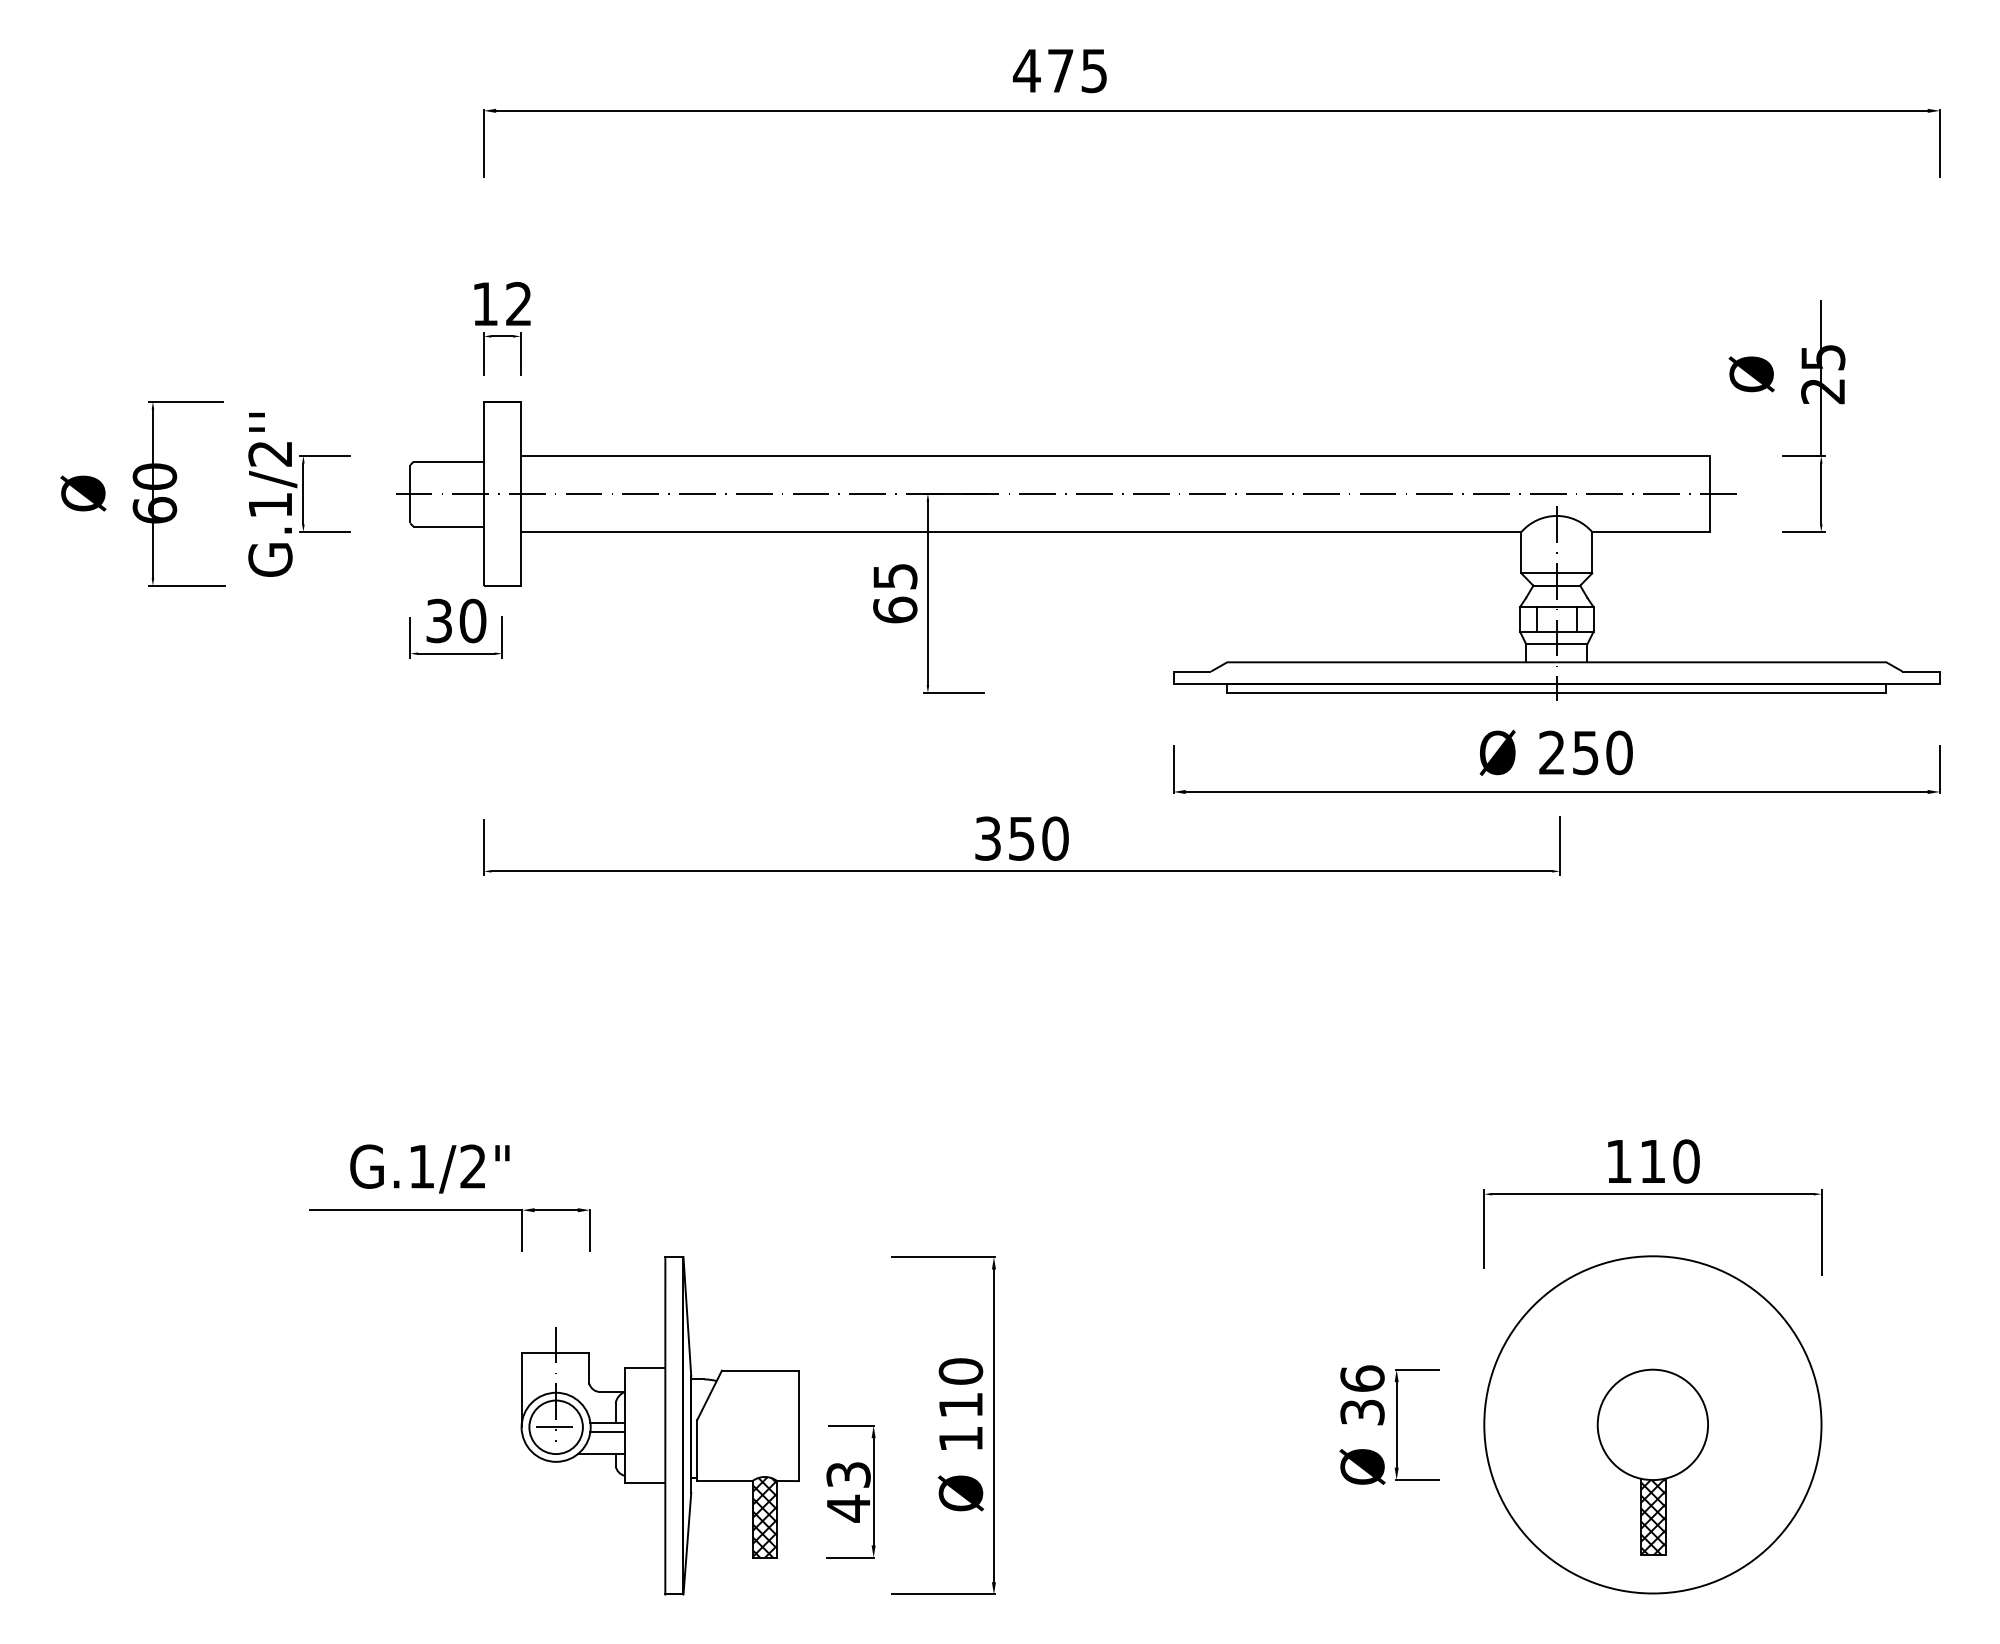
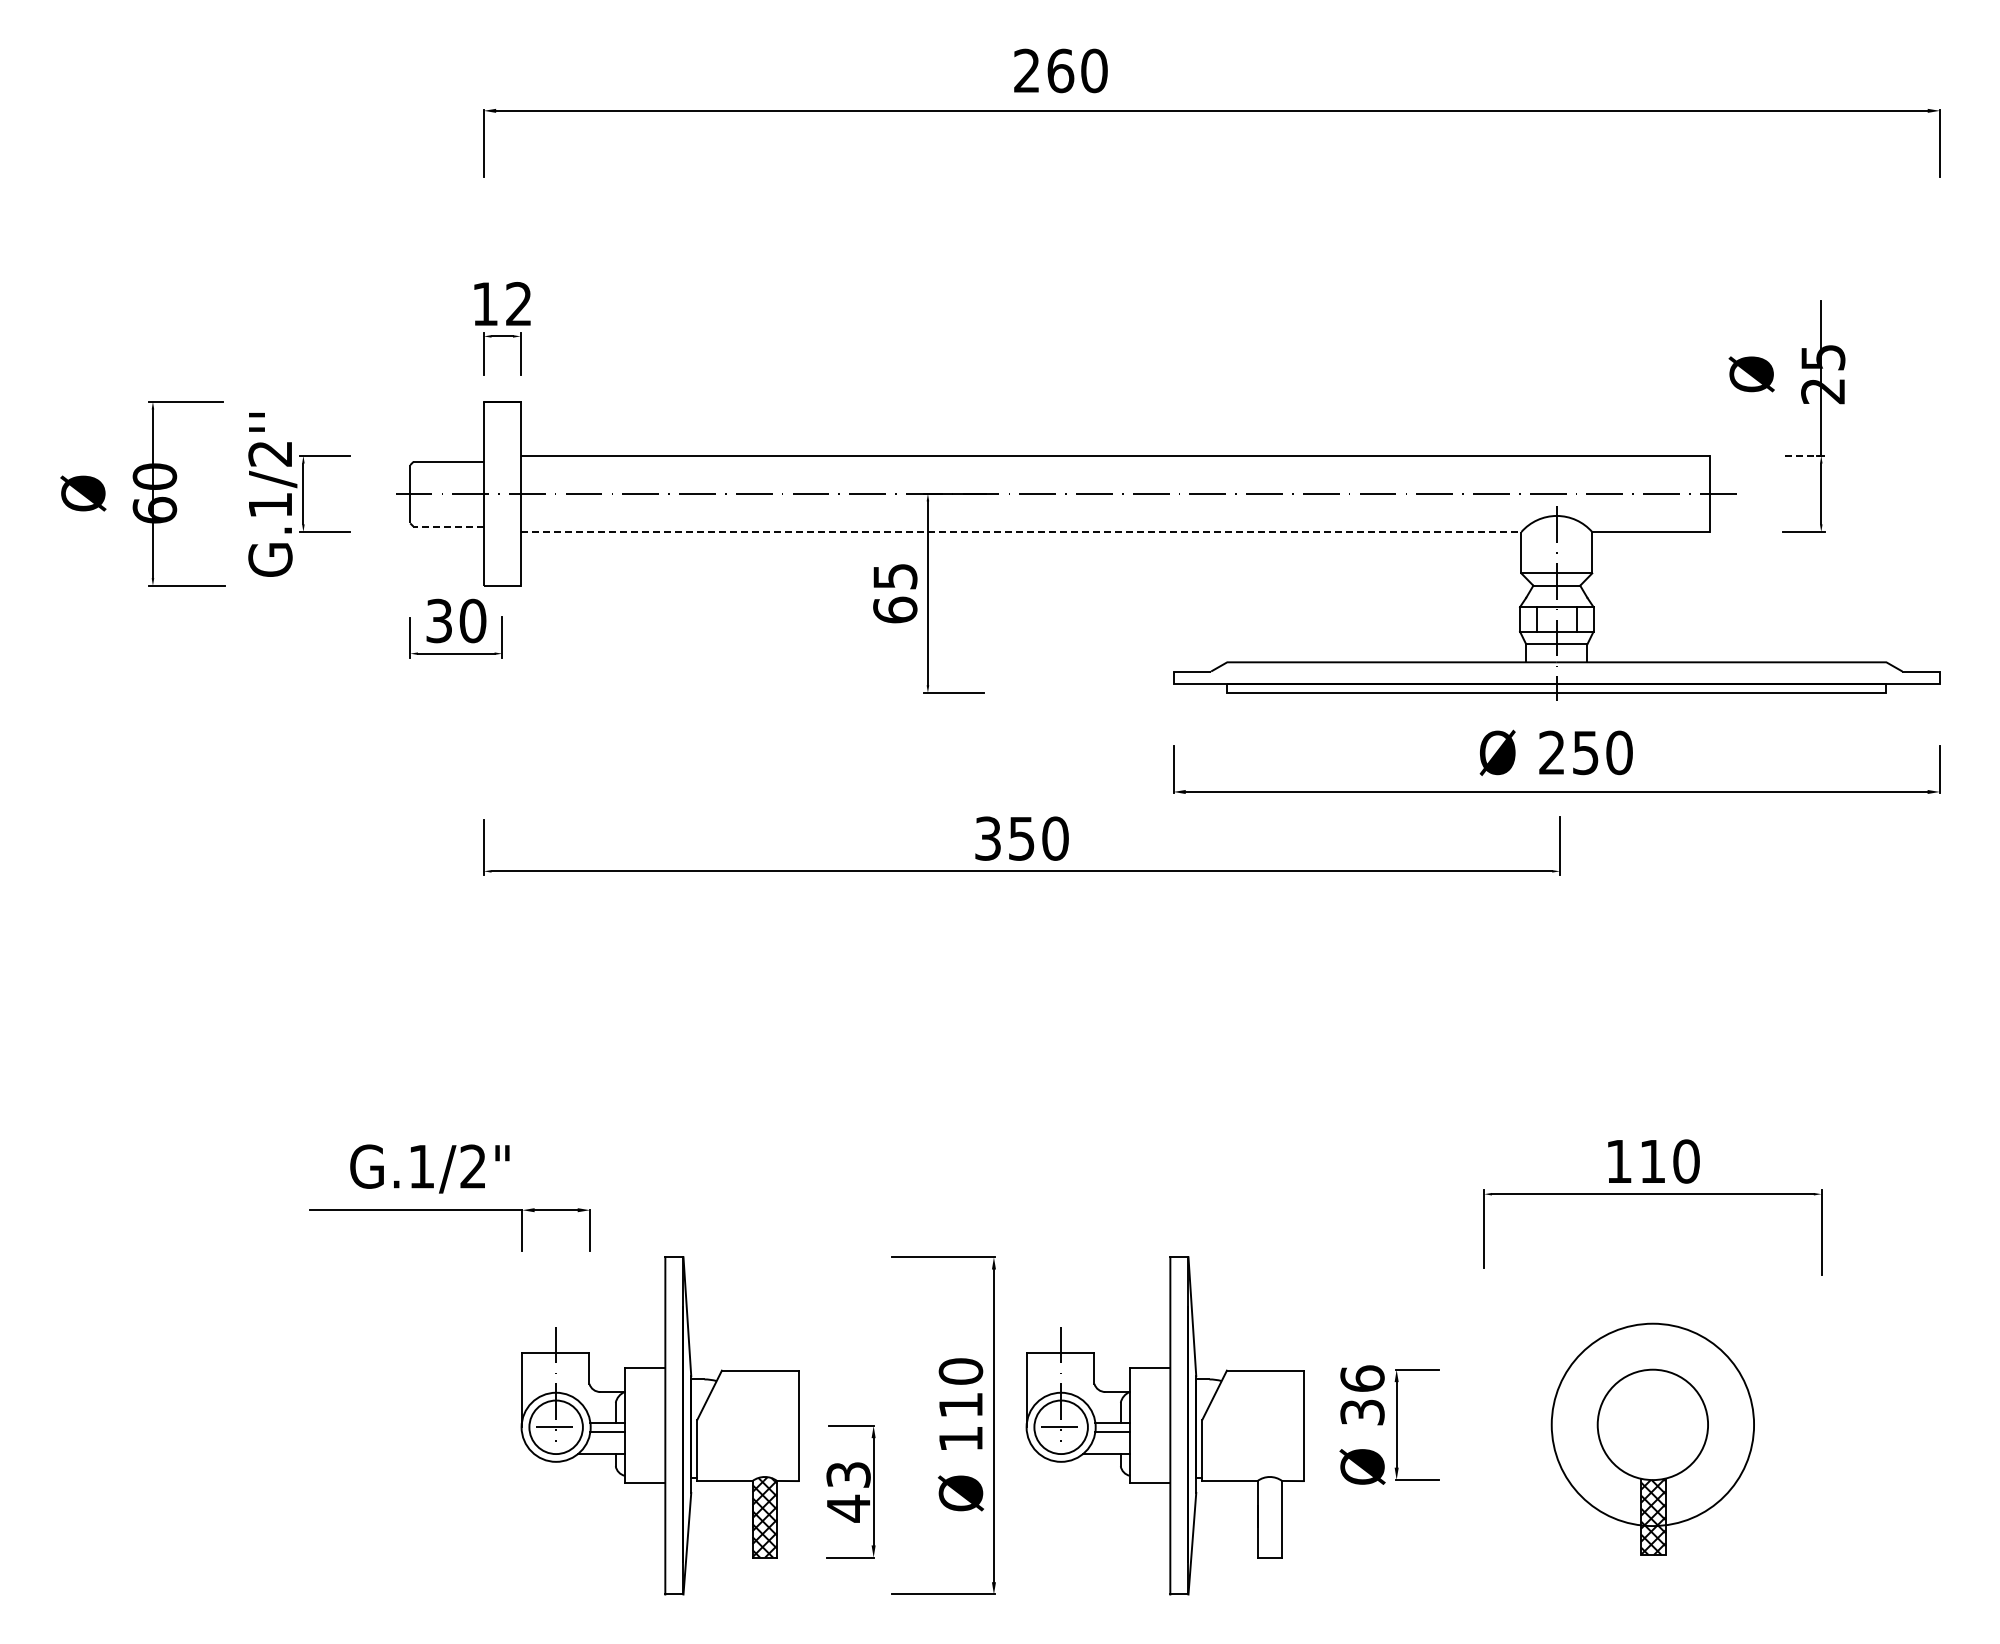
text at (1059, 70): 475 -> 260
line at (1803, 455): solid -> dashed
line at (448, 526): solid -> dashed
line at (1021, 532): solid -> dashed
circle at (1652, 1424) diameter: 337 px -> 202 px
part at (1164, 1425): none -> present
